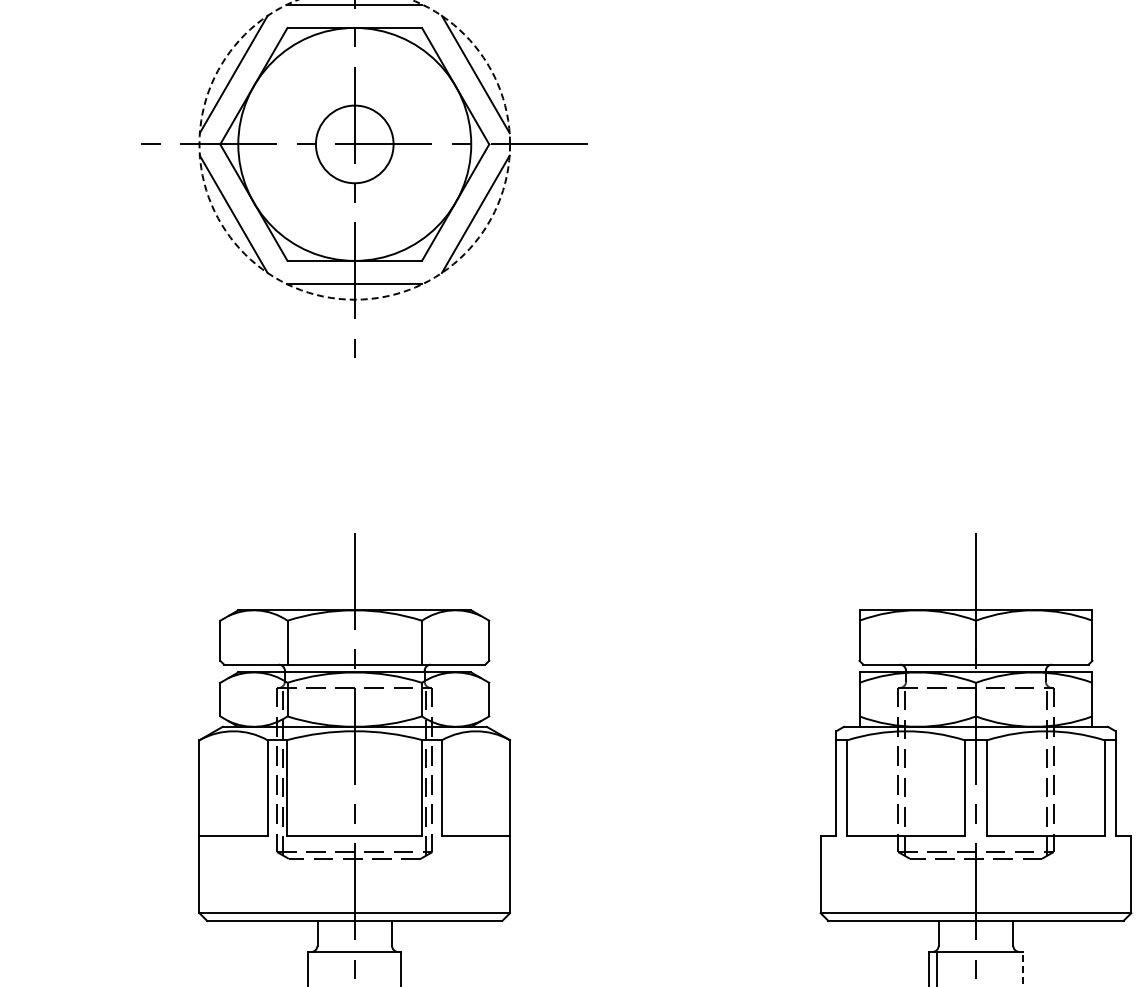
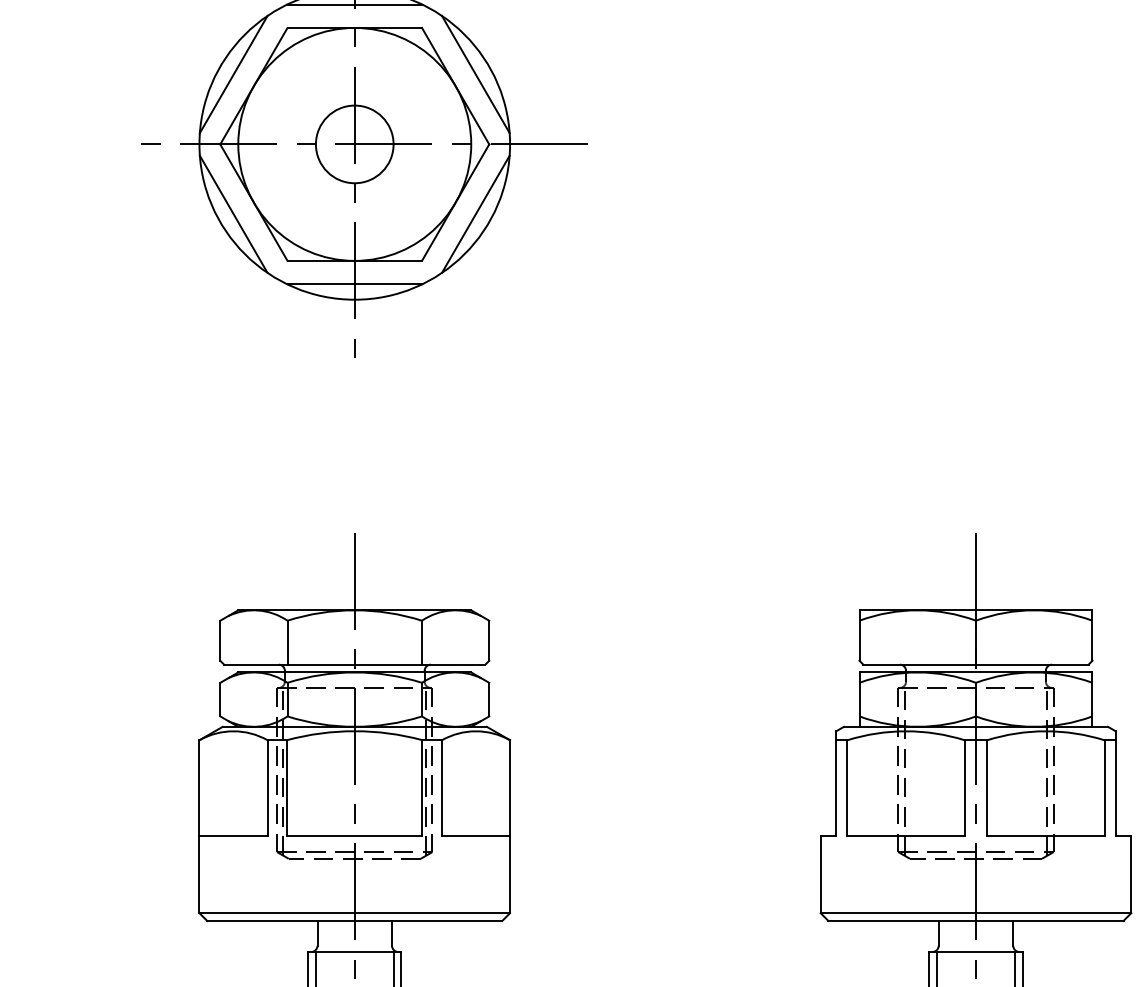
circle at (354, 149): dashed -> solid
line at (315, 967): none -> present
line at (393, 967): none -> present
line at (1015, 967): none -> present
line at (1022, 968): dashed -> solid
